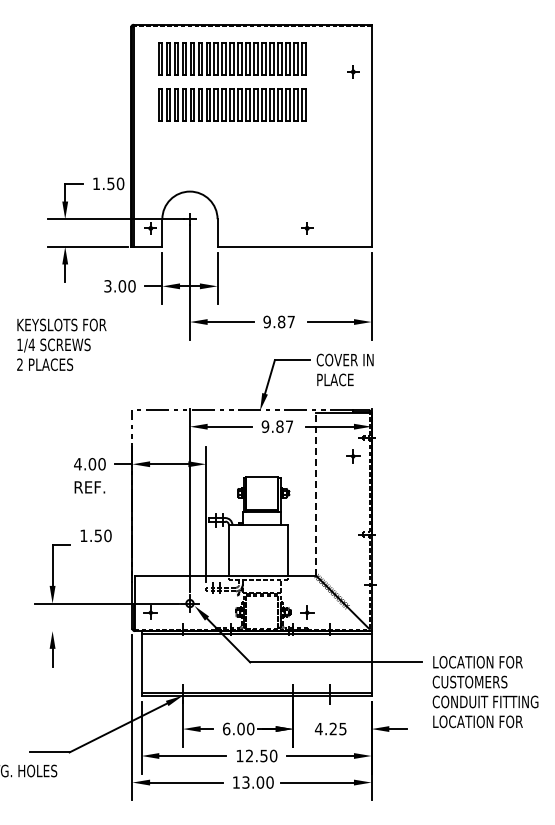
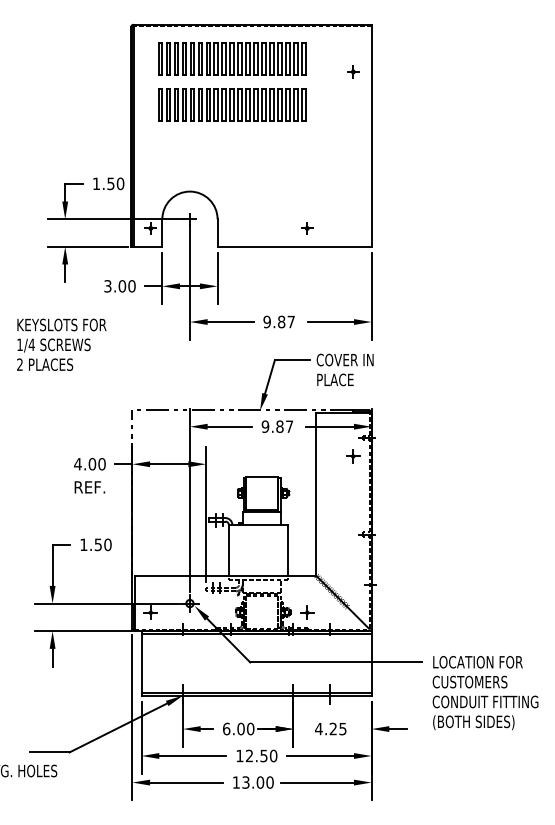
line at (316, 493): dashed -> solid
text at (95, 535) position: (95, 535) -> (95, 544)
line at (82, 631): none -> present
text at (477, 722): LOCATION FOR -> (BOTH SIDES)
